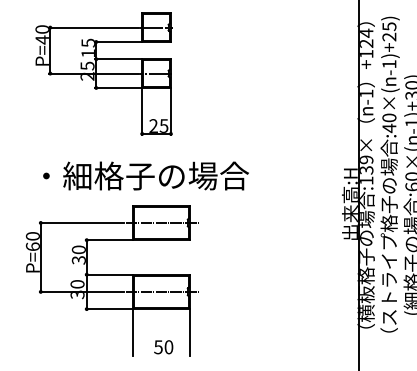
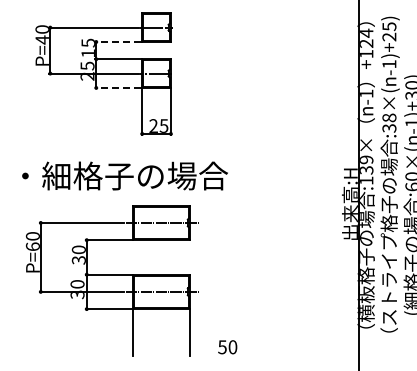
line at (117, 42): solid -> dashed
line at (117, 87): solid -> dashed
text at (389, 123): :40×(n-1)+25) -> :38×(n-1)+25)
text at (145, 175) position: (145, 175) -> (124, 175)
text at (163, 347) position: (163, 347) -> (227, 347)
